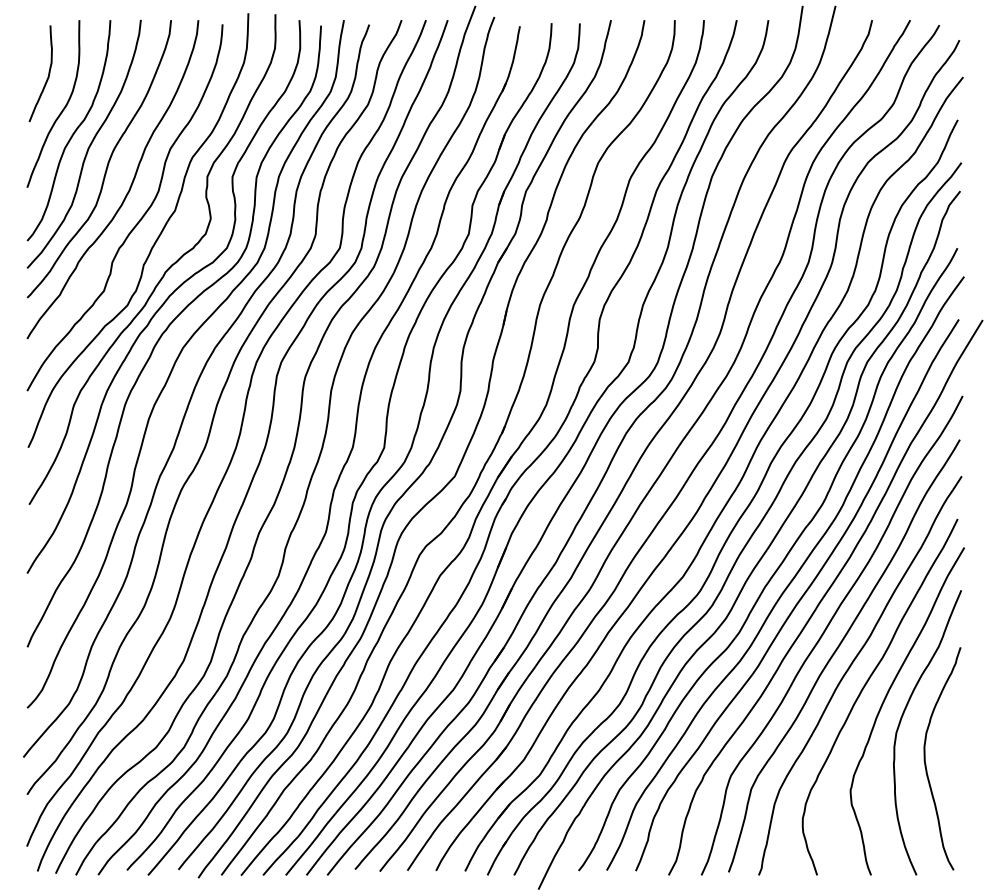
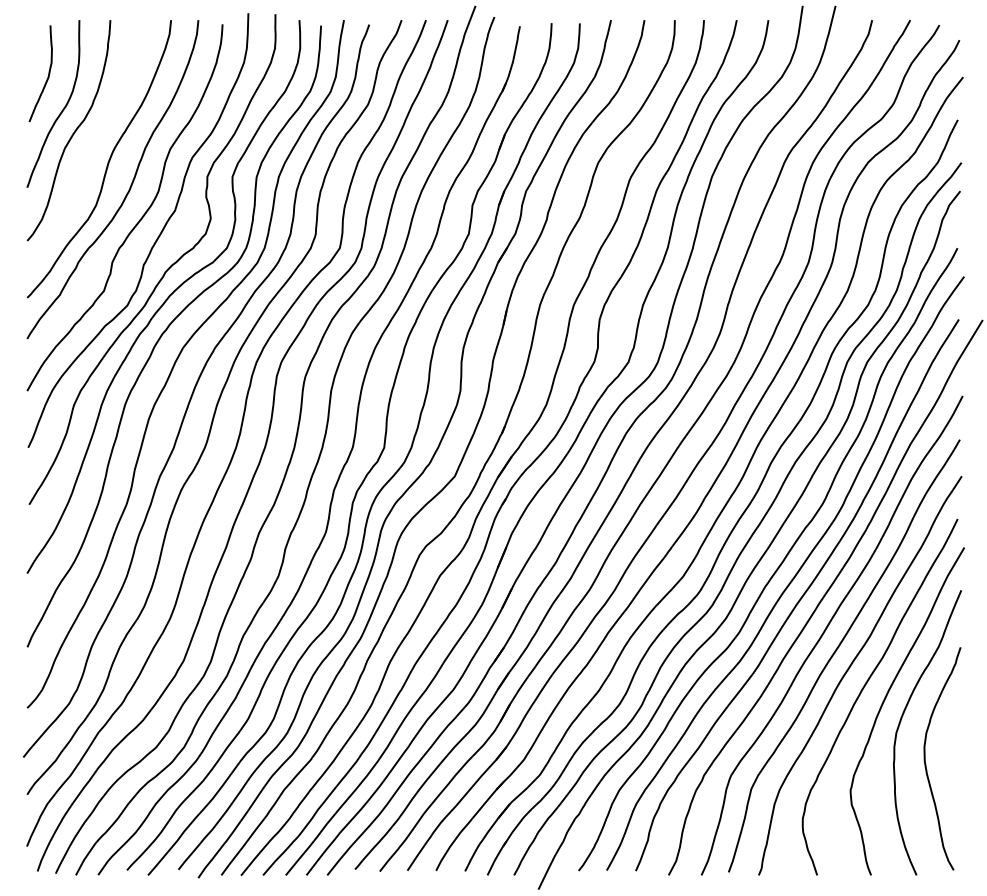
curve at (88, 146): present -> none
